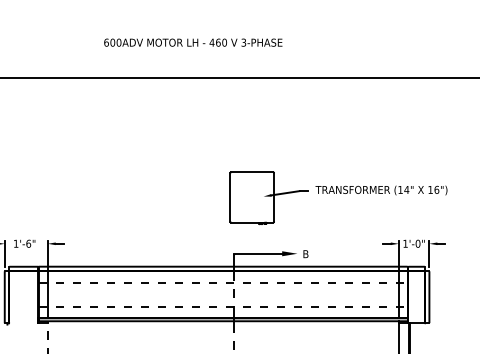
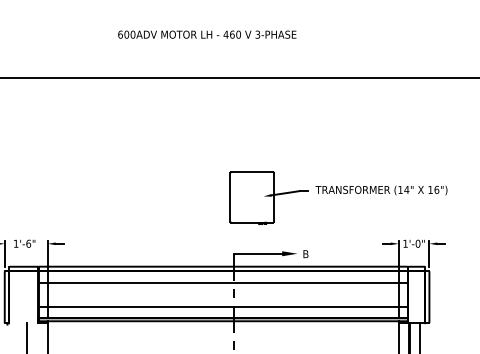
text at (193, 42) position: (193, 42) -> (207, 34)
line at (223, 282): dashed -> solid
line at (223, 307): dashed -> solid
line at (26, 336): none -> present
line at (419, 336): none -> present
line at (47, 337): dashed -> solid
